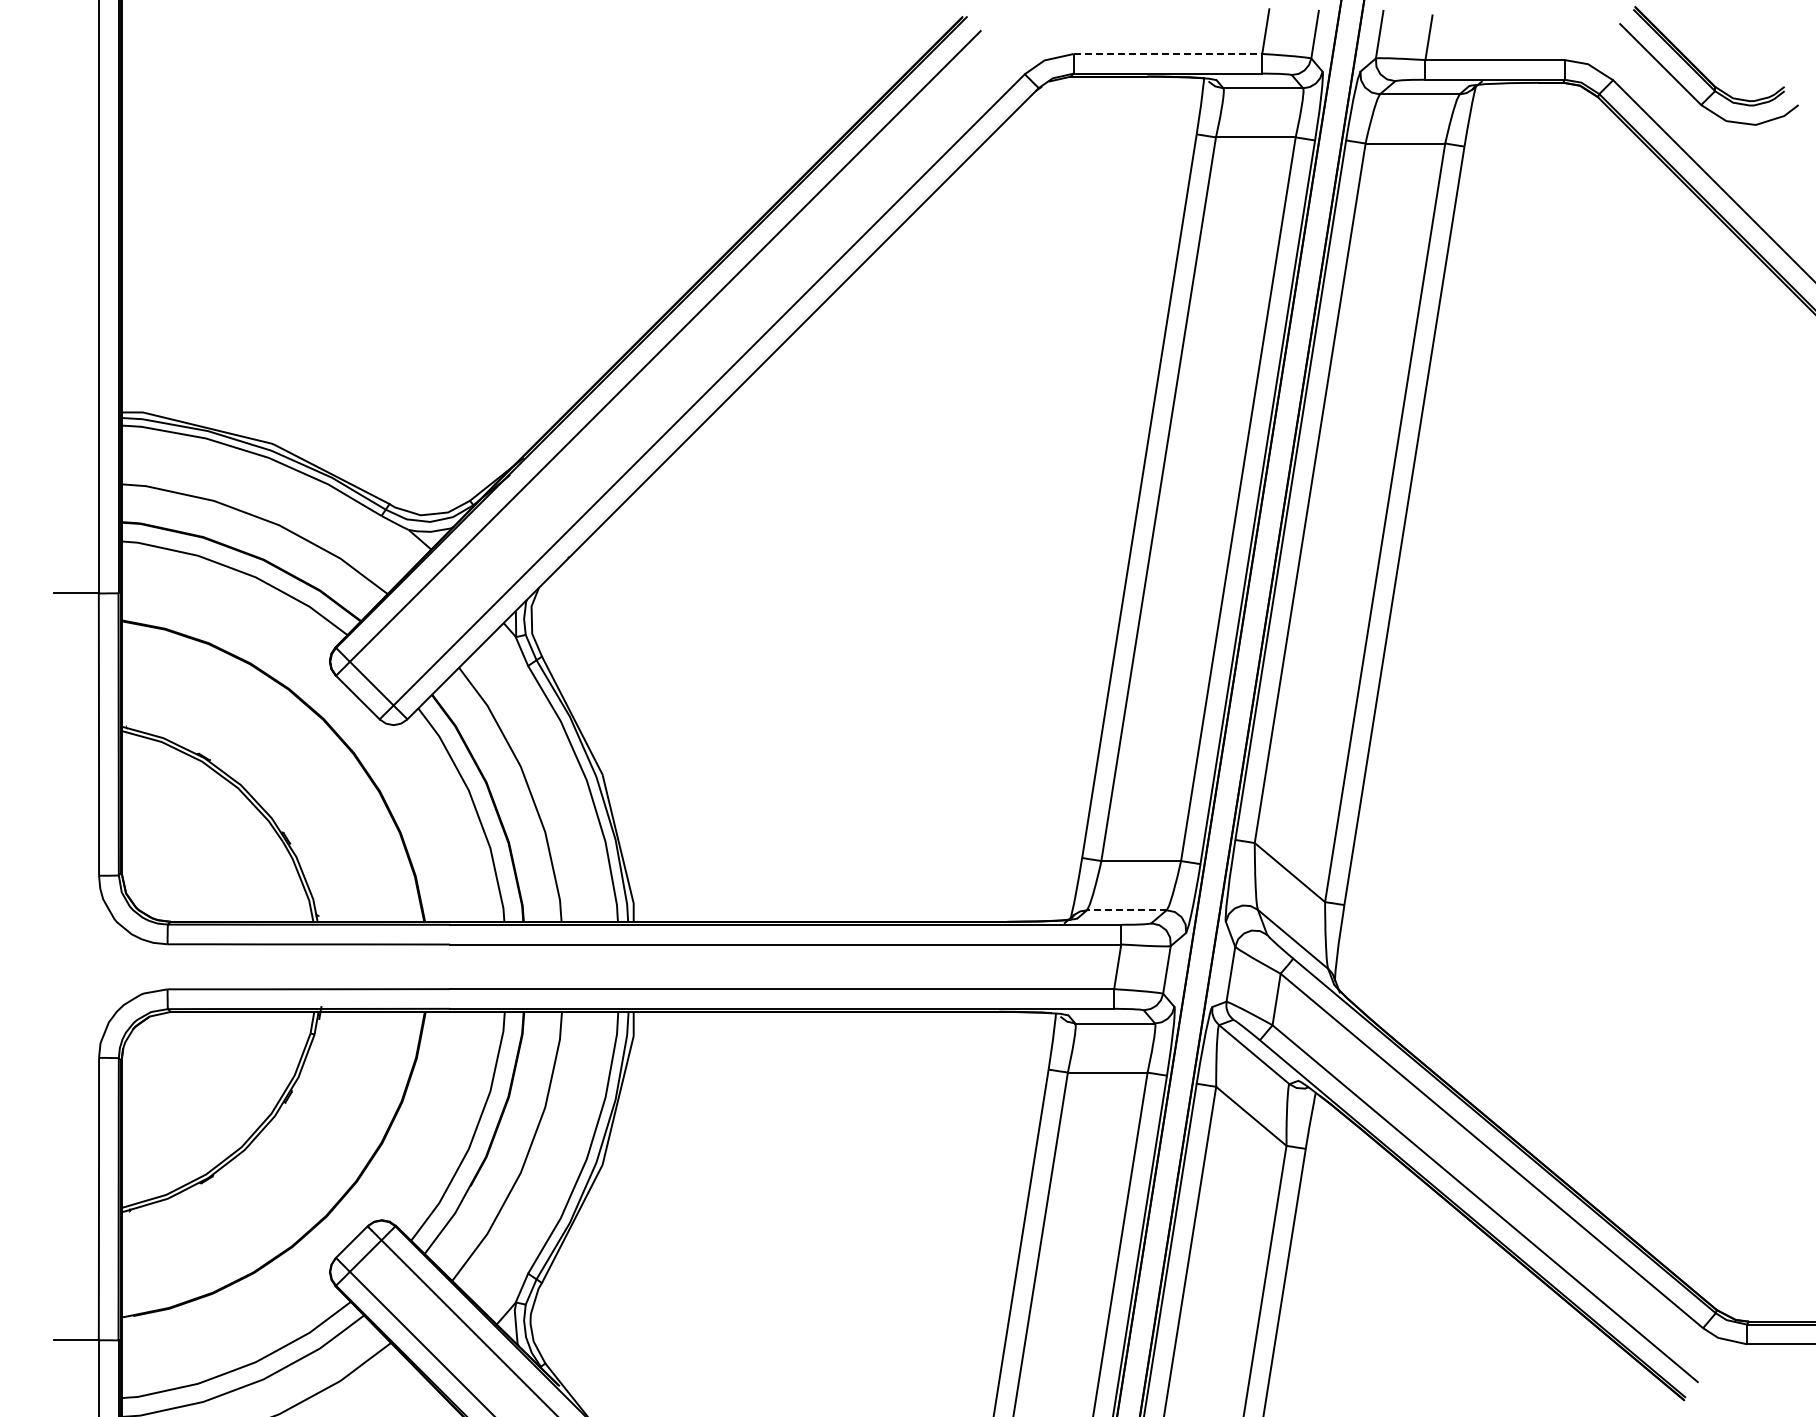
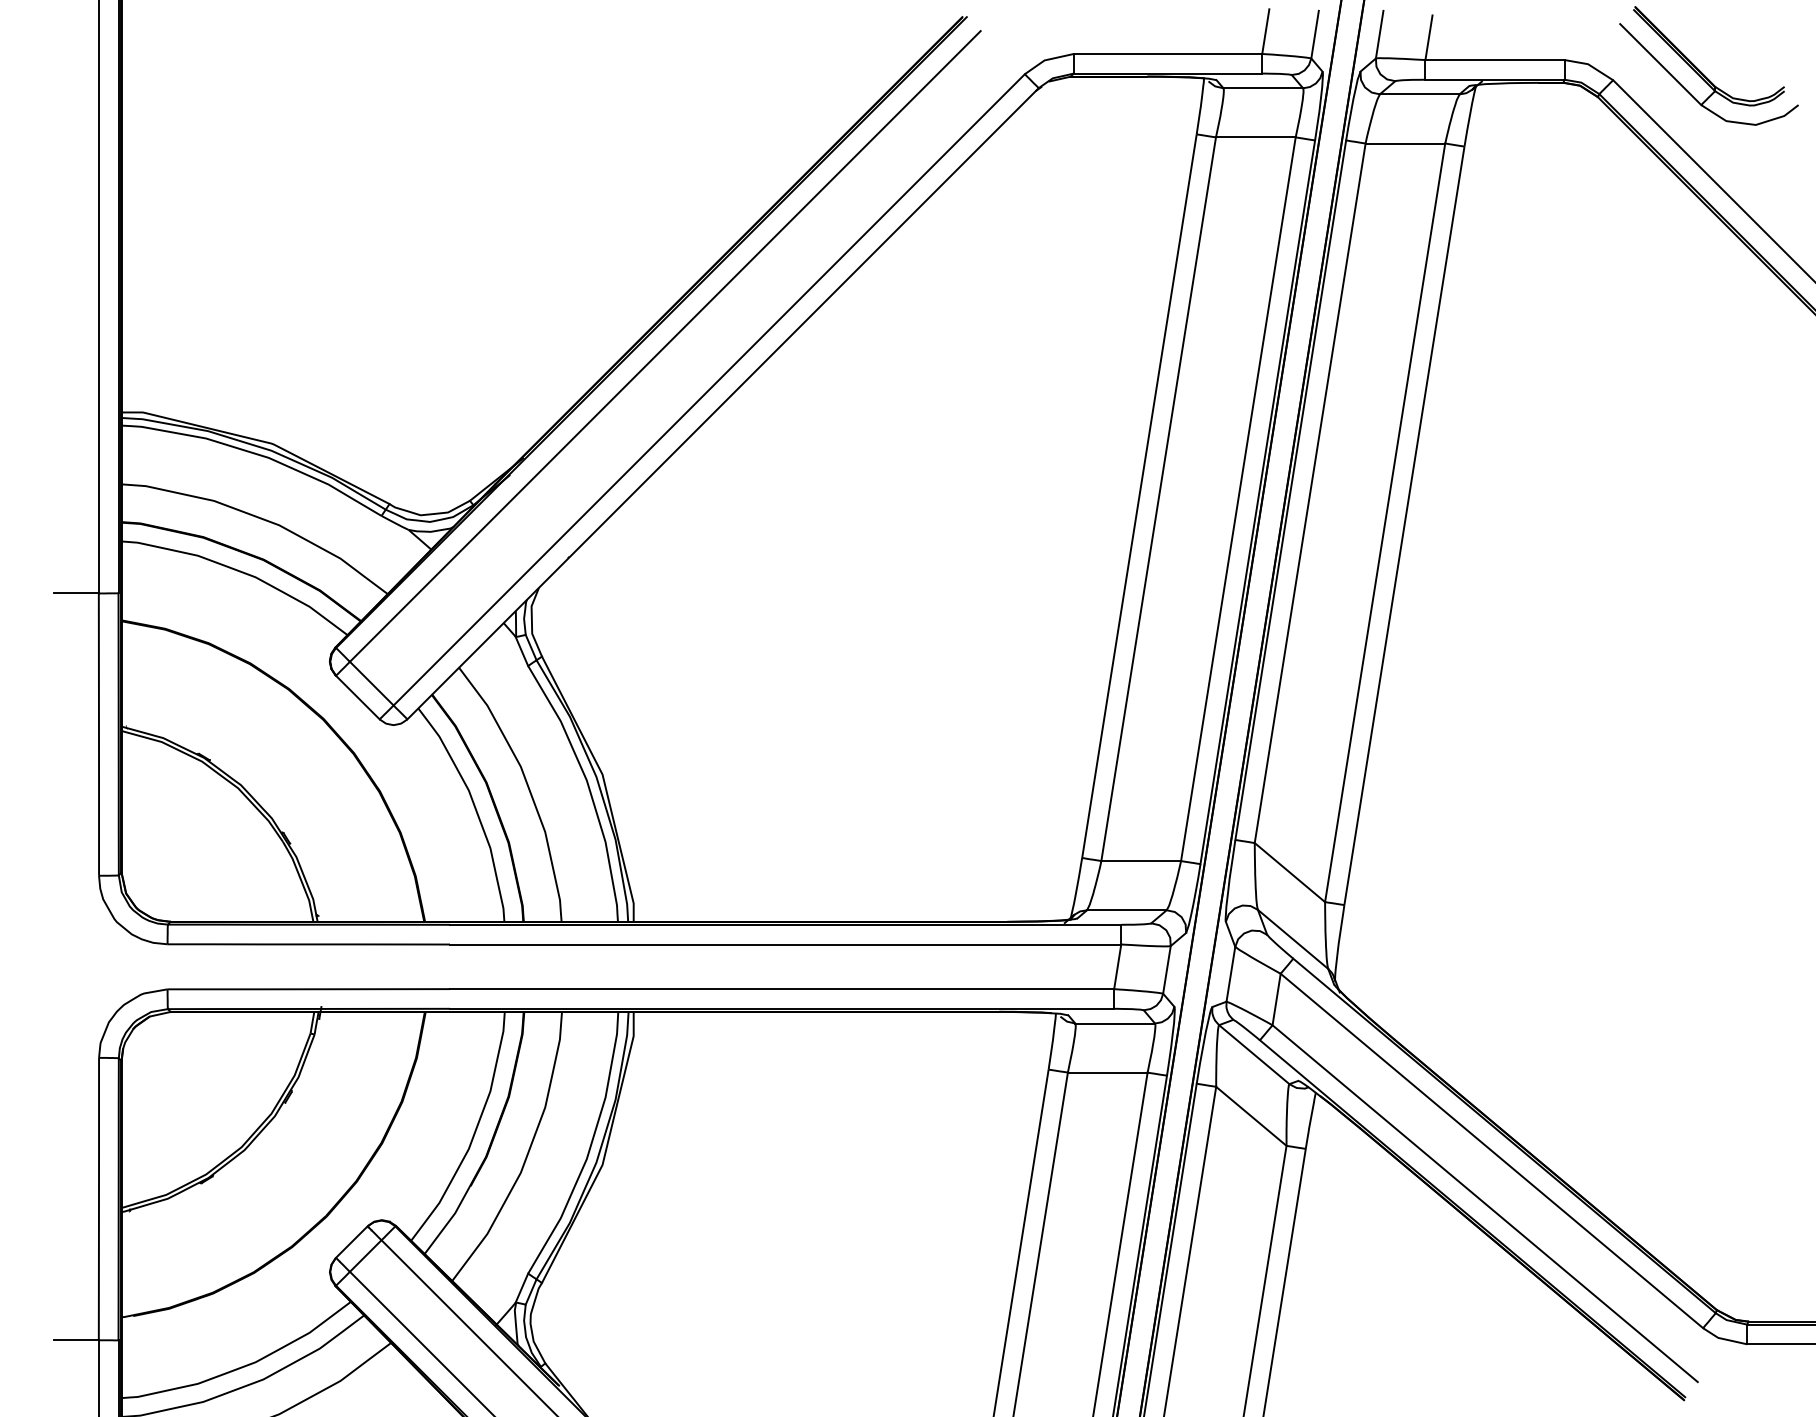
line at (1168, 54): dashed -> solid
line at (1126, 910): dashed -> solid
